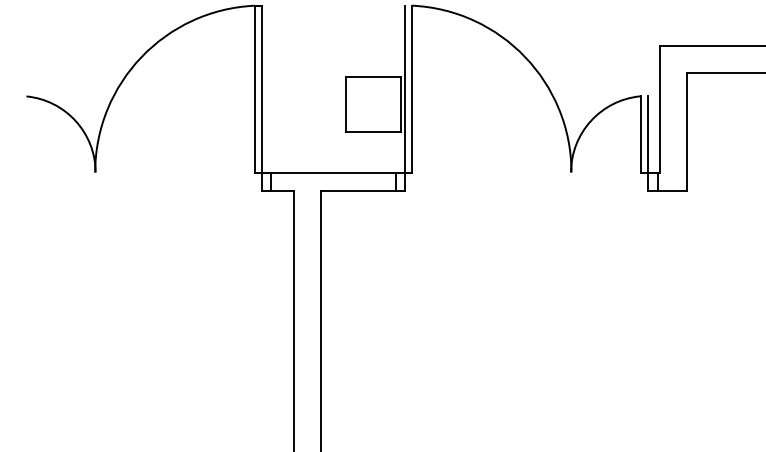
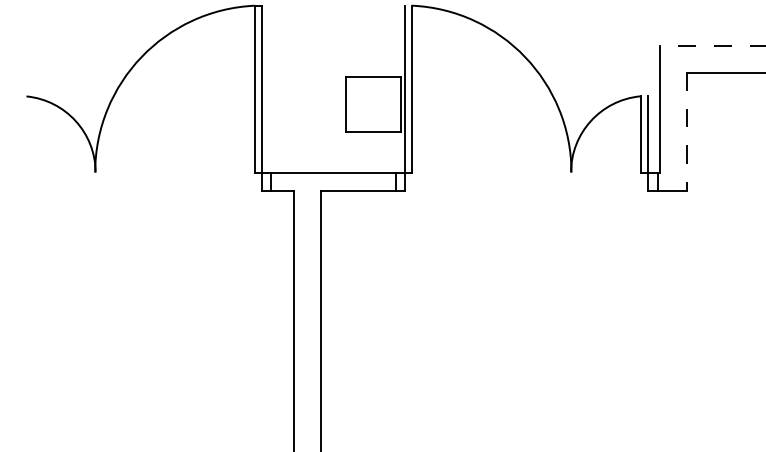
line at (712, 45): solid -> dashed
line at (687, 131): solid -> dashed
